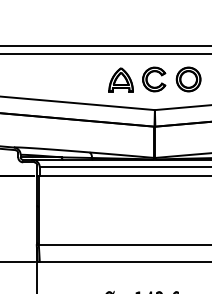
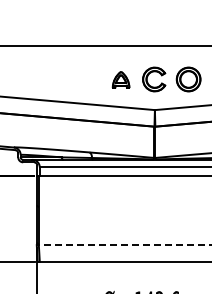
line at (105, 53): present -> none
part at (120, 79) size: 26x26 px -> 20x18 px
line at (124, 245): solid -> dashed
